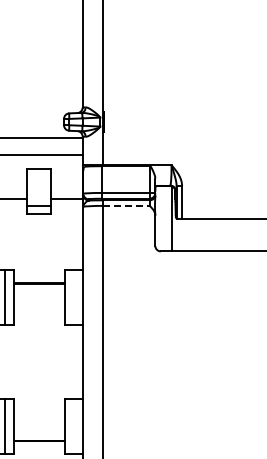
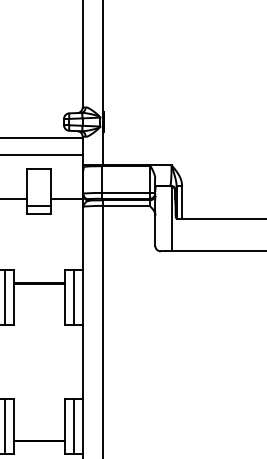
line at (127, 205): dashed -> solid
line at (73, 297): none -> present
line at (73, 426): none -> present
